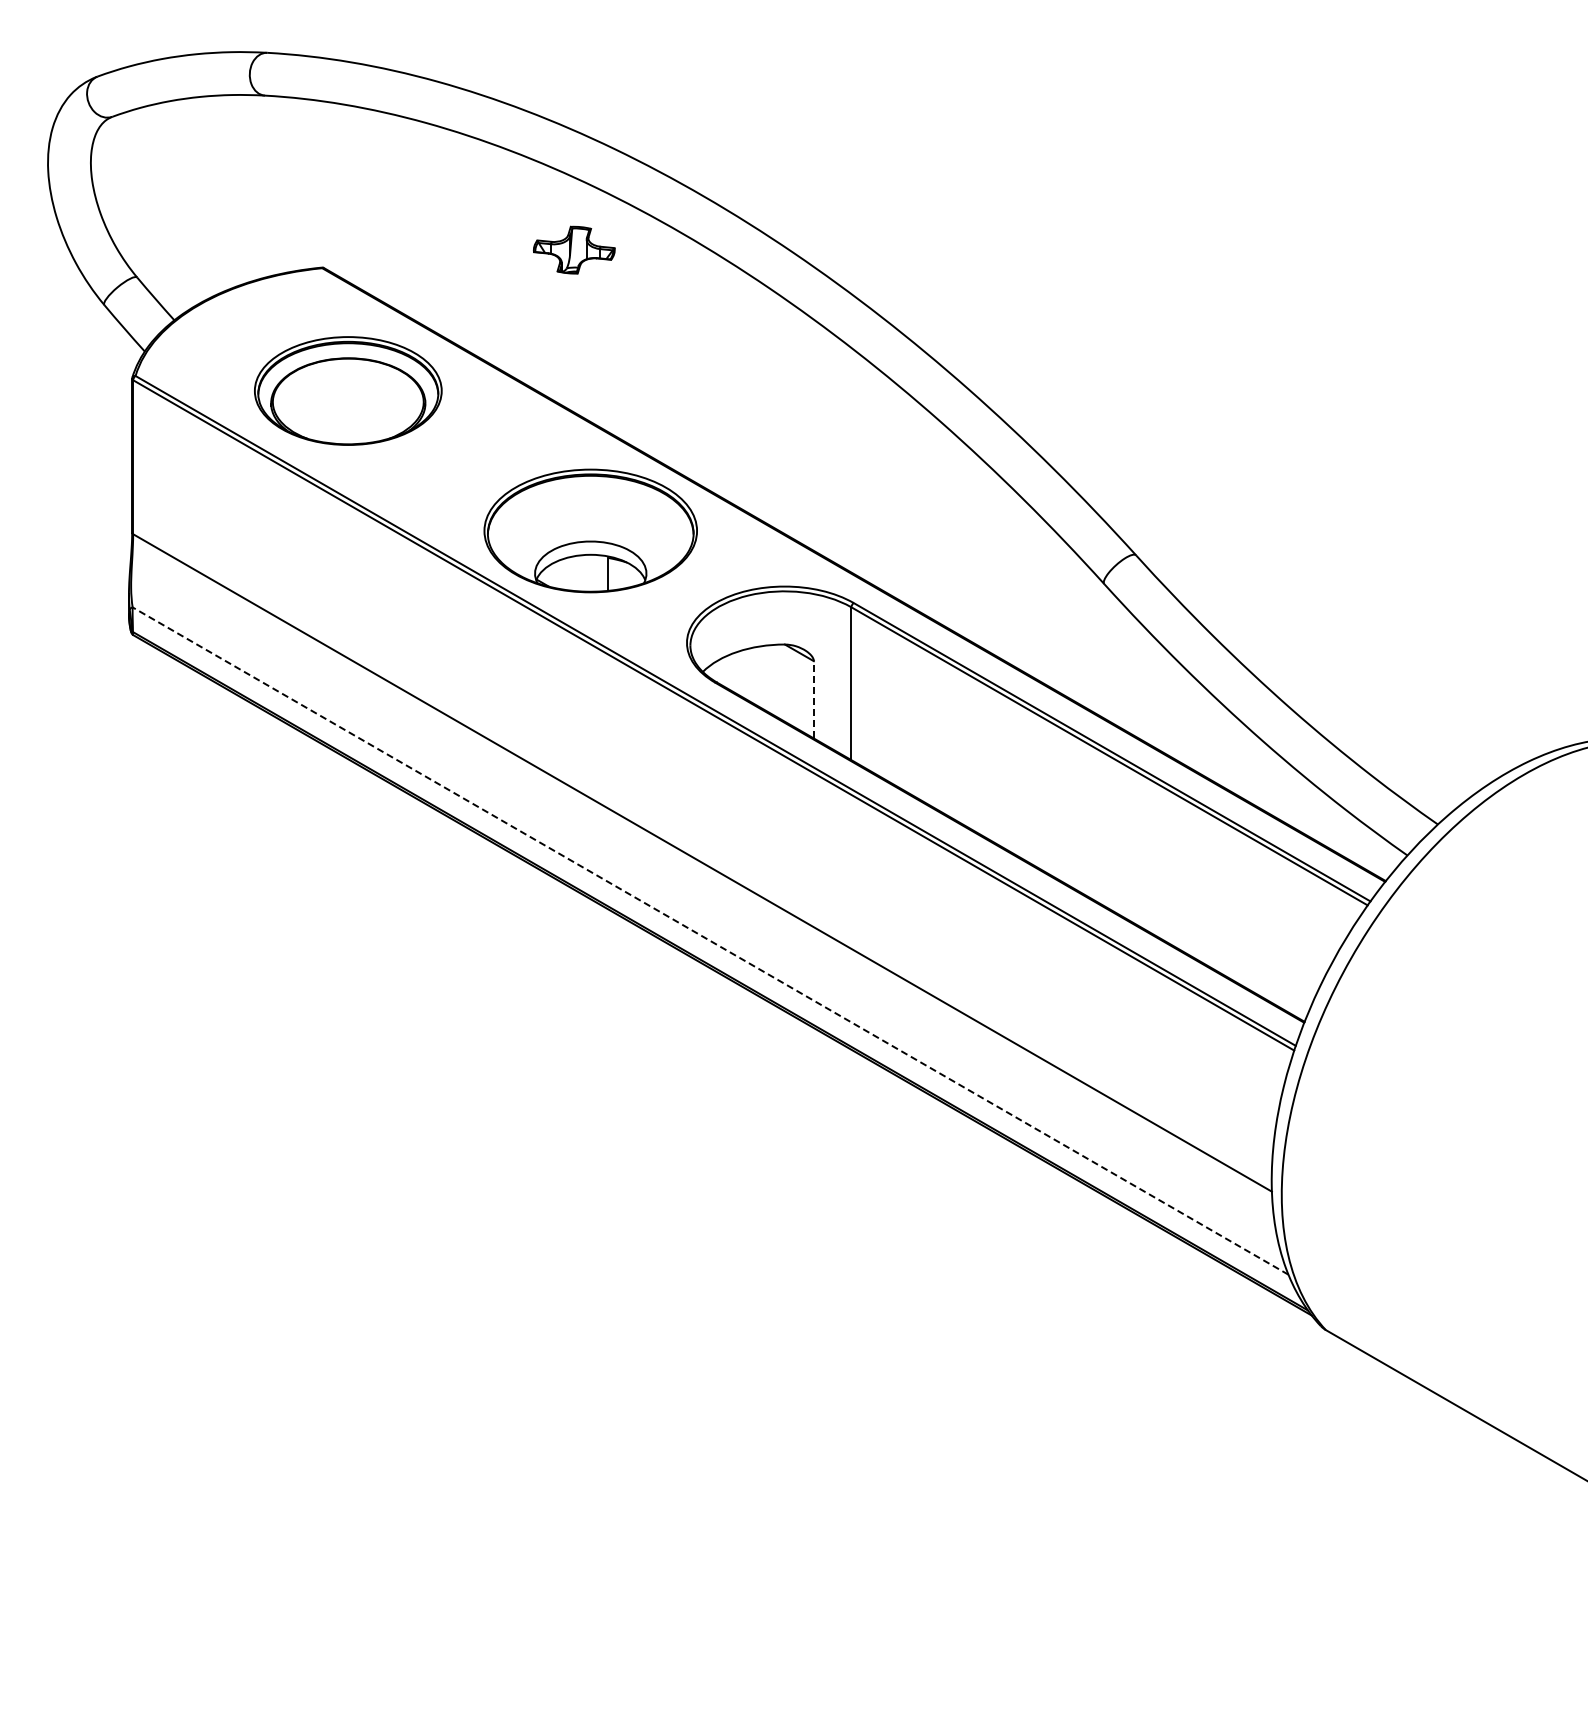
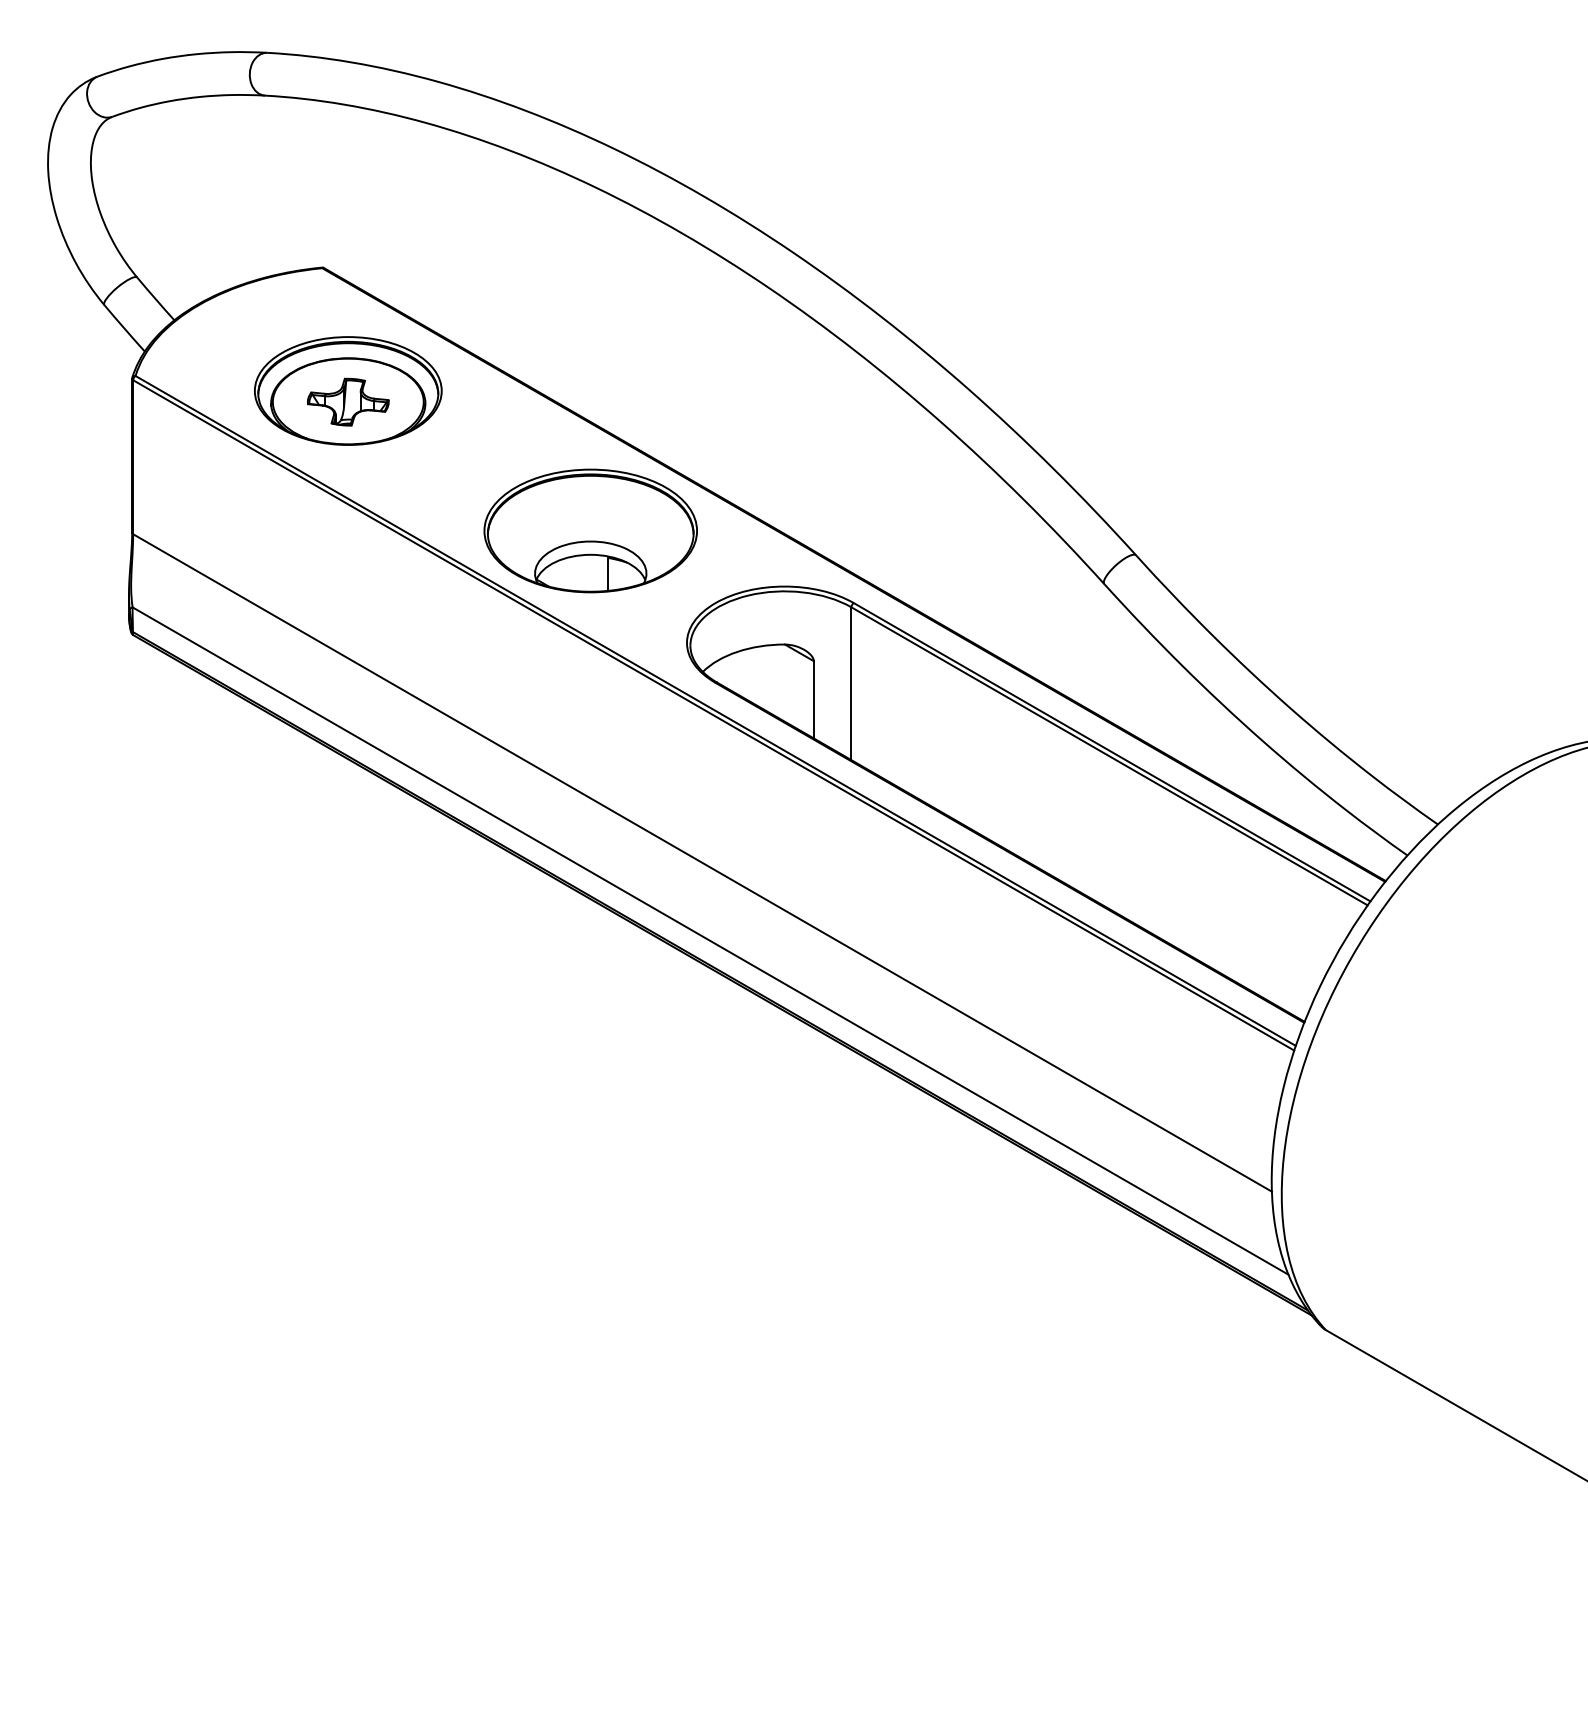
part at (574, 249) position: (574, 249) -> (348, 401)
line at (813, 699): dashed -> solid
line at (710, 940): dashed -> solid
